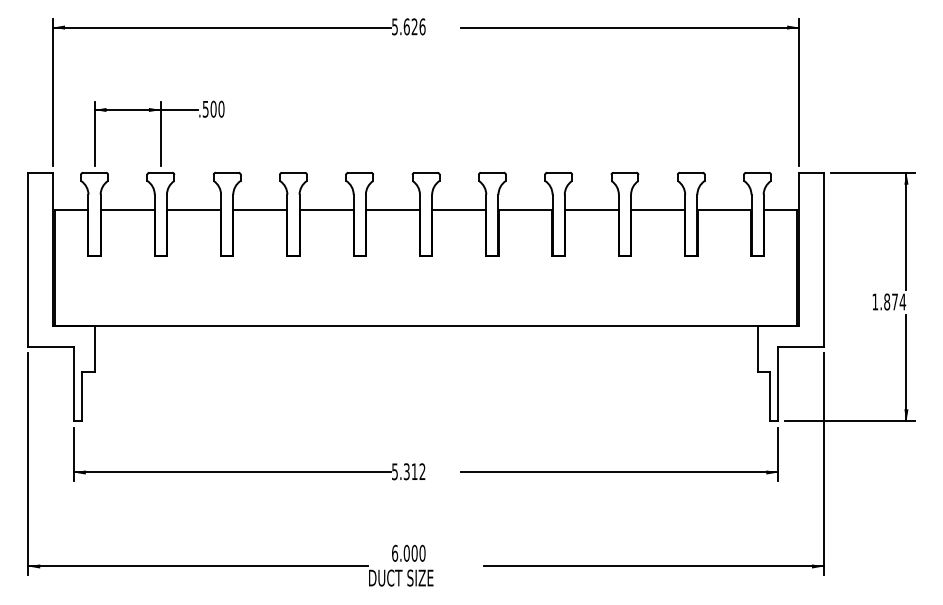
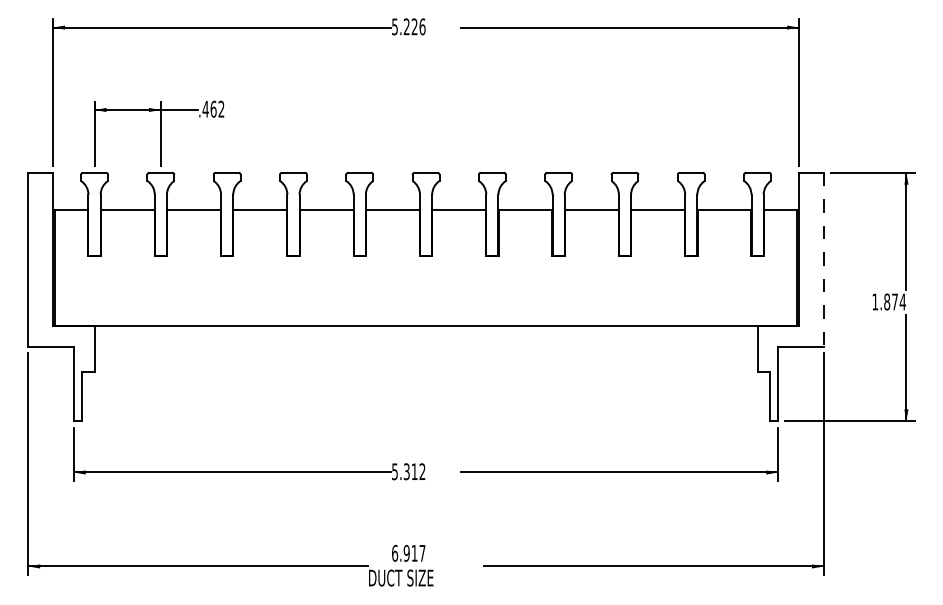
text at (406, 26): 5.626 -> 5.226
text at (213, 108): .500 -> .462
line at (823, 259): solid -> dashed
text at (414, 552): 6.000 -> 6.917
